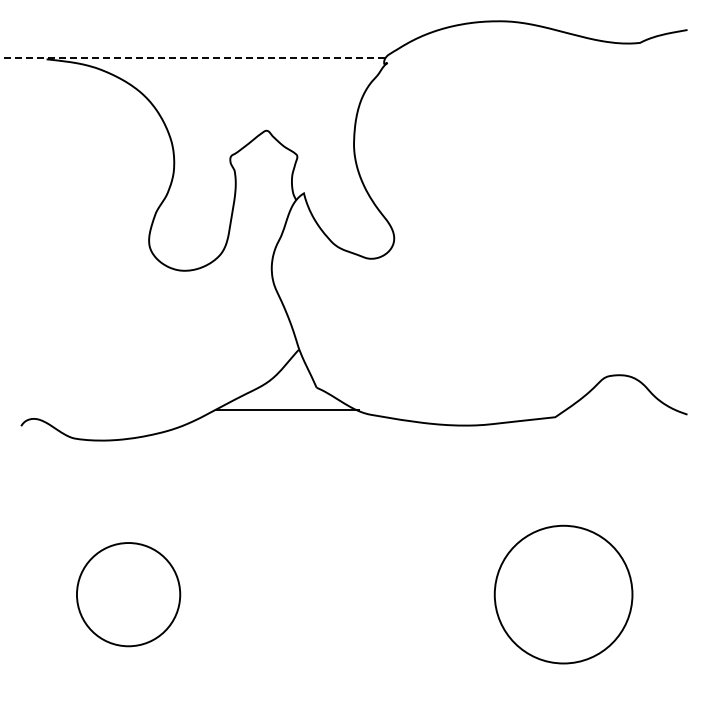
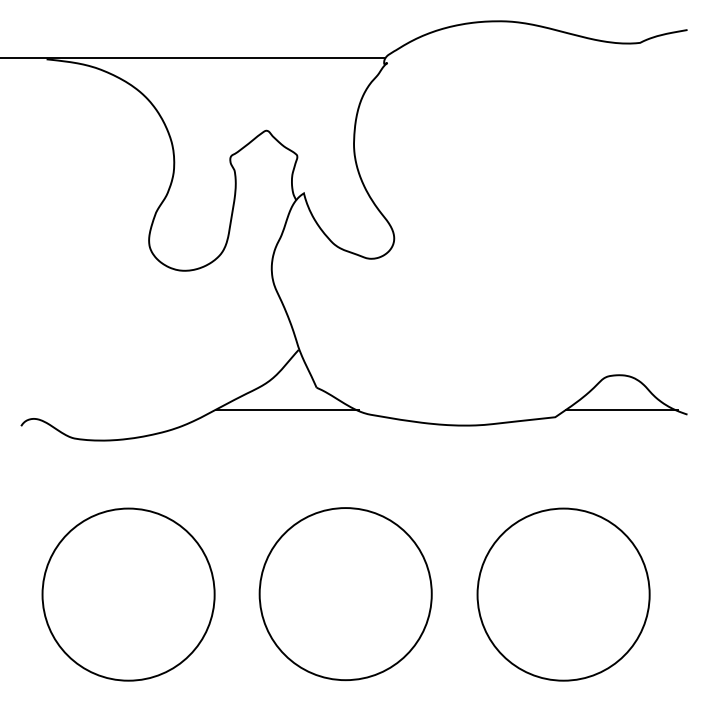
line at (192, 58): dashed -> solid
line at (621, 410): none -> present
circle at (128, 594) diameter: 103 px -> 172 px
circle at (345, 594): none -> present
circle at (563, 594) diameter: 138 px -> 172 px
